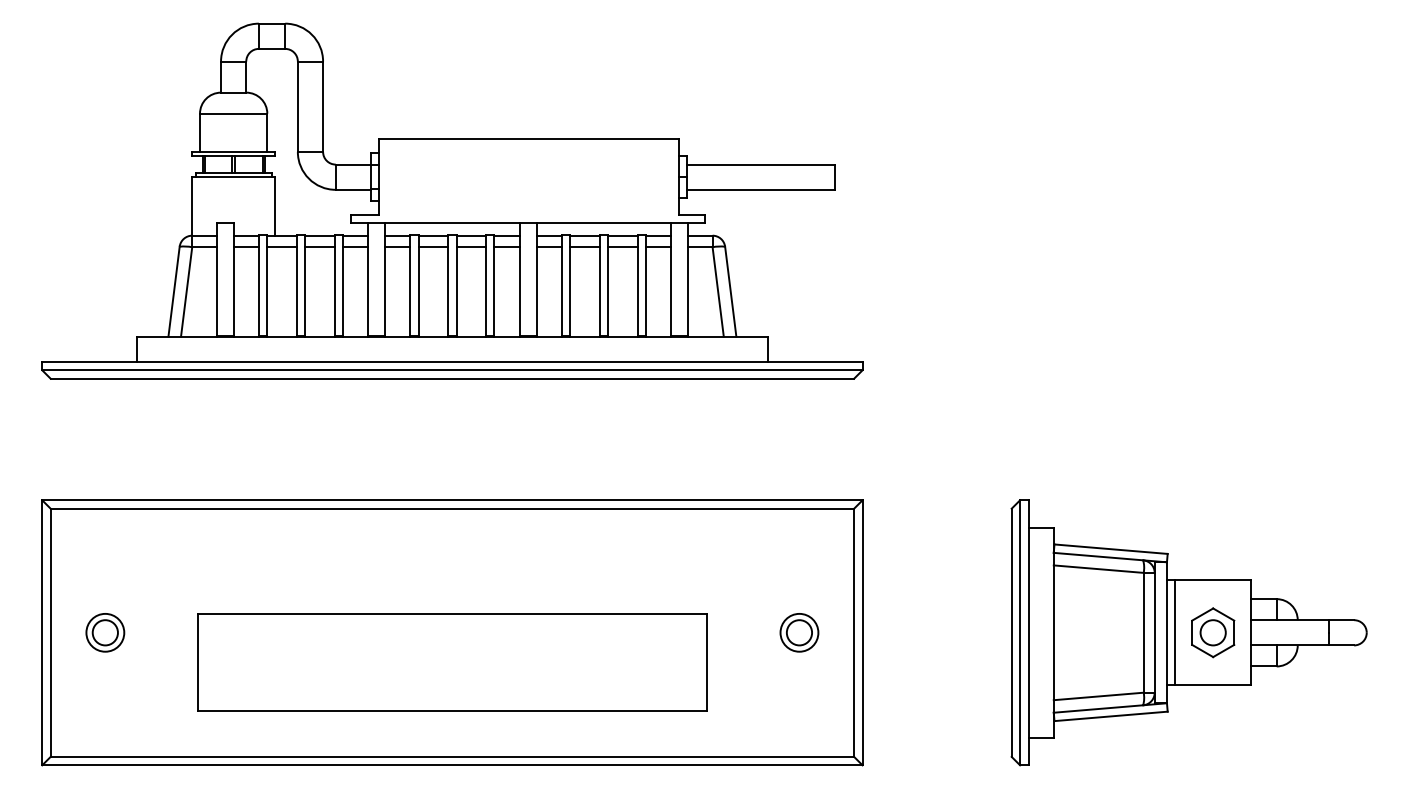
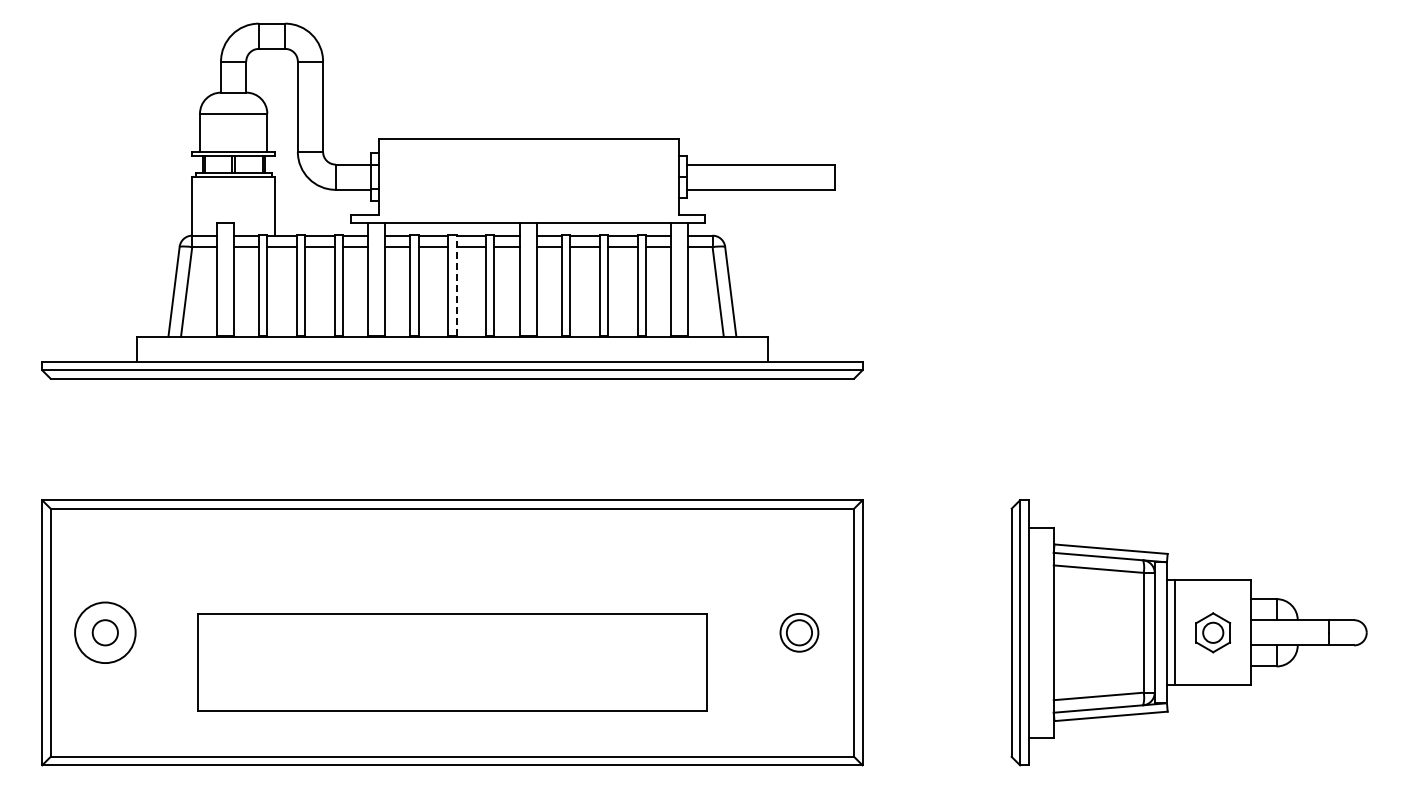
line at (456, 285): solid -> dashed
circle at (105, 632) diameter: 38 px -> 61 px
part at (1213, 632) size: 45x52 px -> 37x42 px
